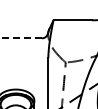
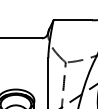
line at (21, 38): dashed -> solid
